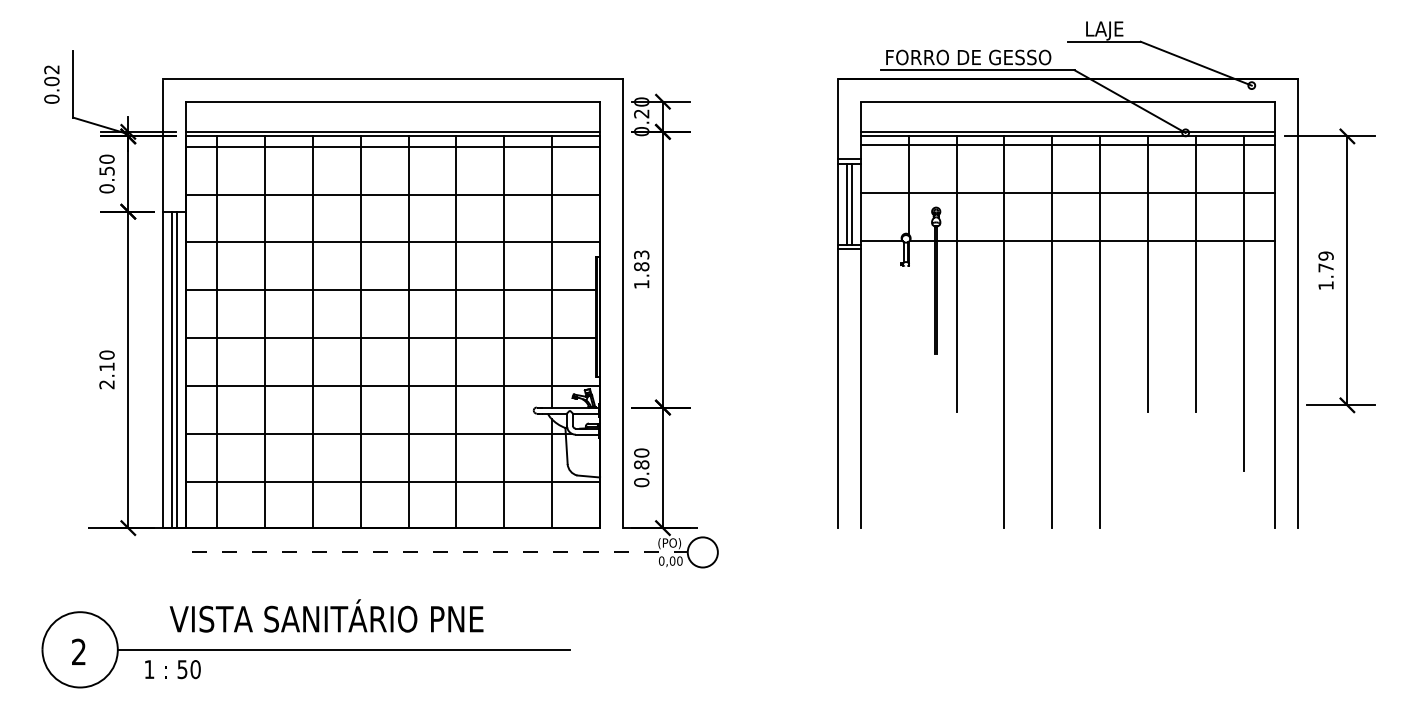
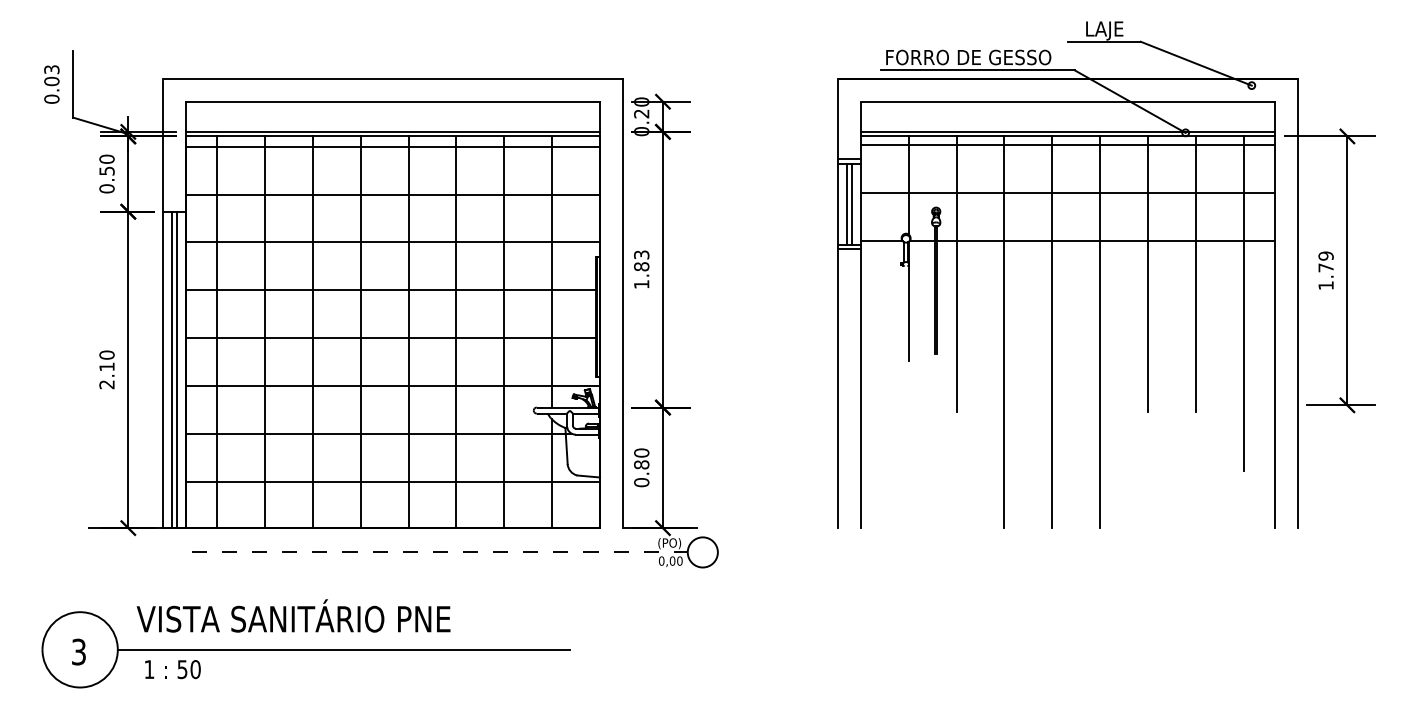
text at (51, 69): 0.02 -> 0.03
line at (908, 312): none -> present
text at (326, 615) position: (326, 615) -> (293, 615)
text at (78, 652): 2 -> 3
